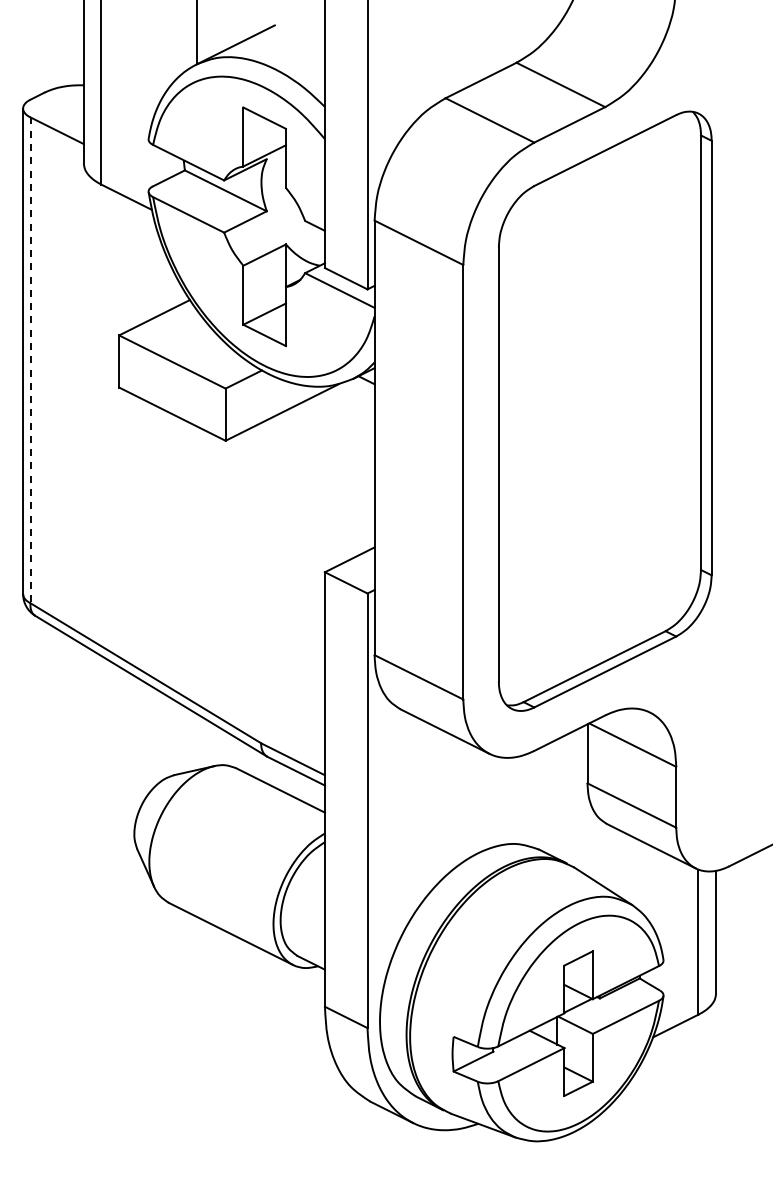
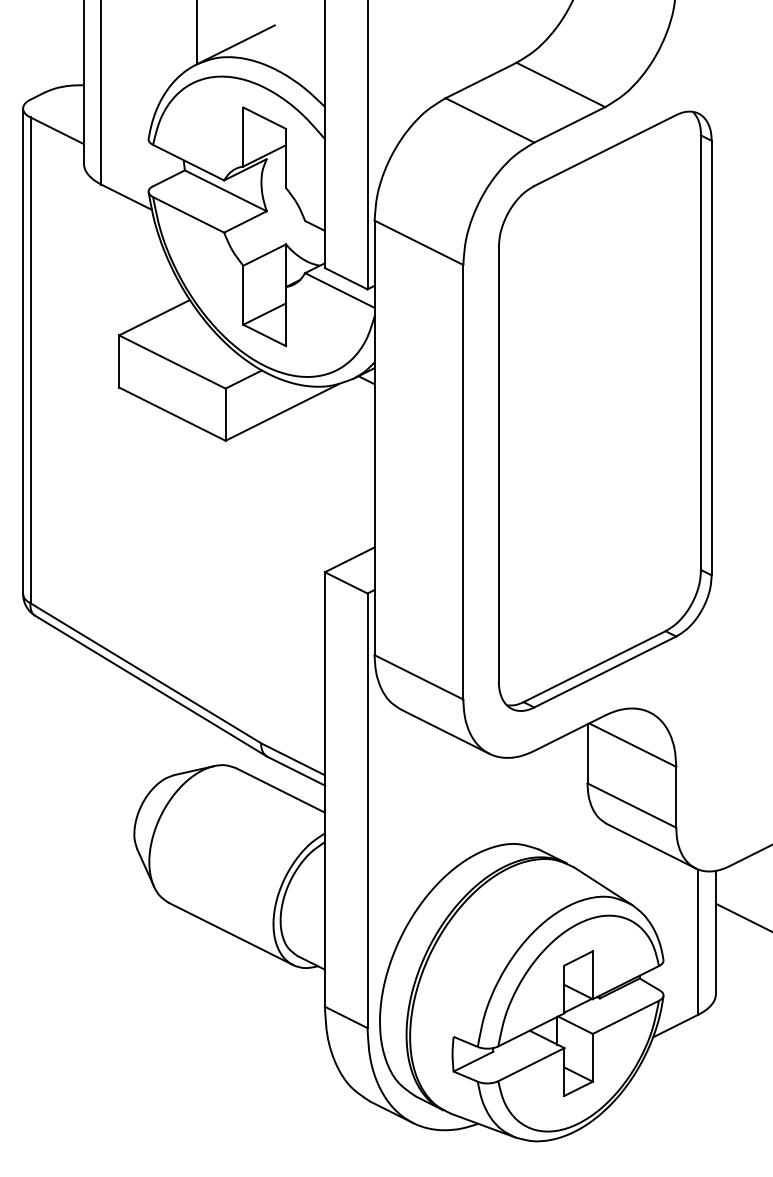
line at (30, 360): dashed -> solid
line at (742, 916): none -> present
